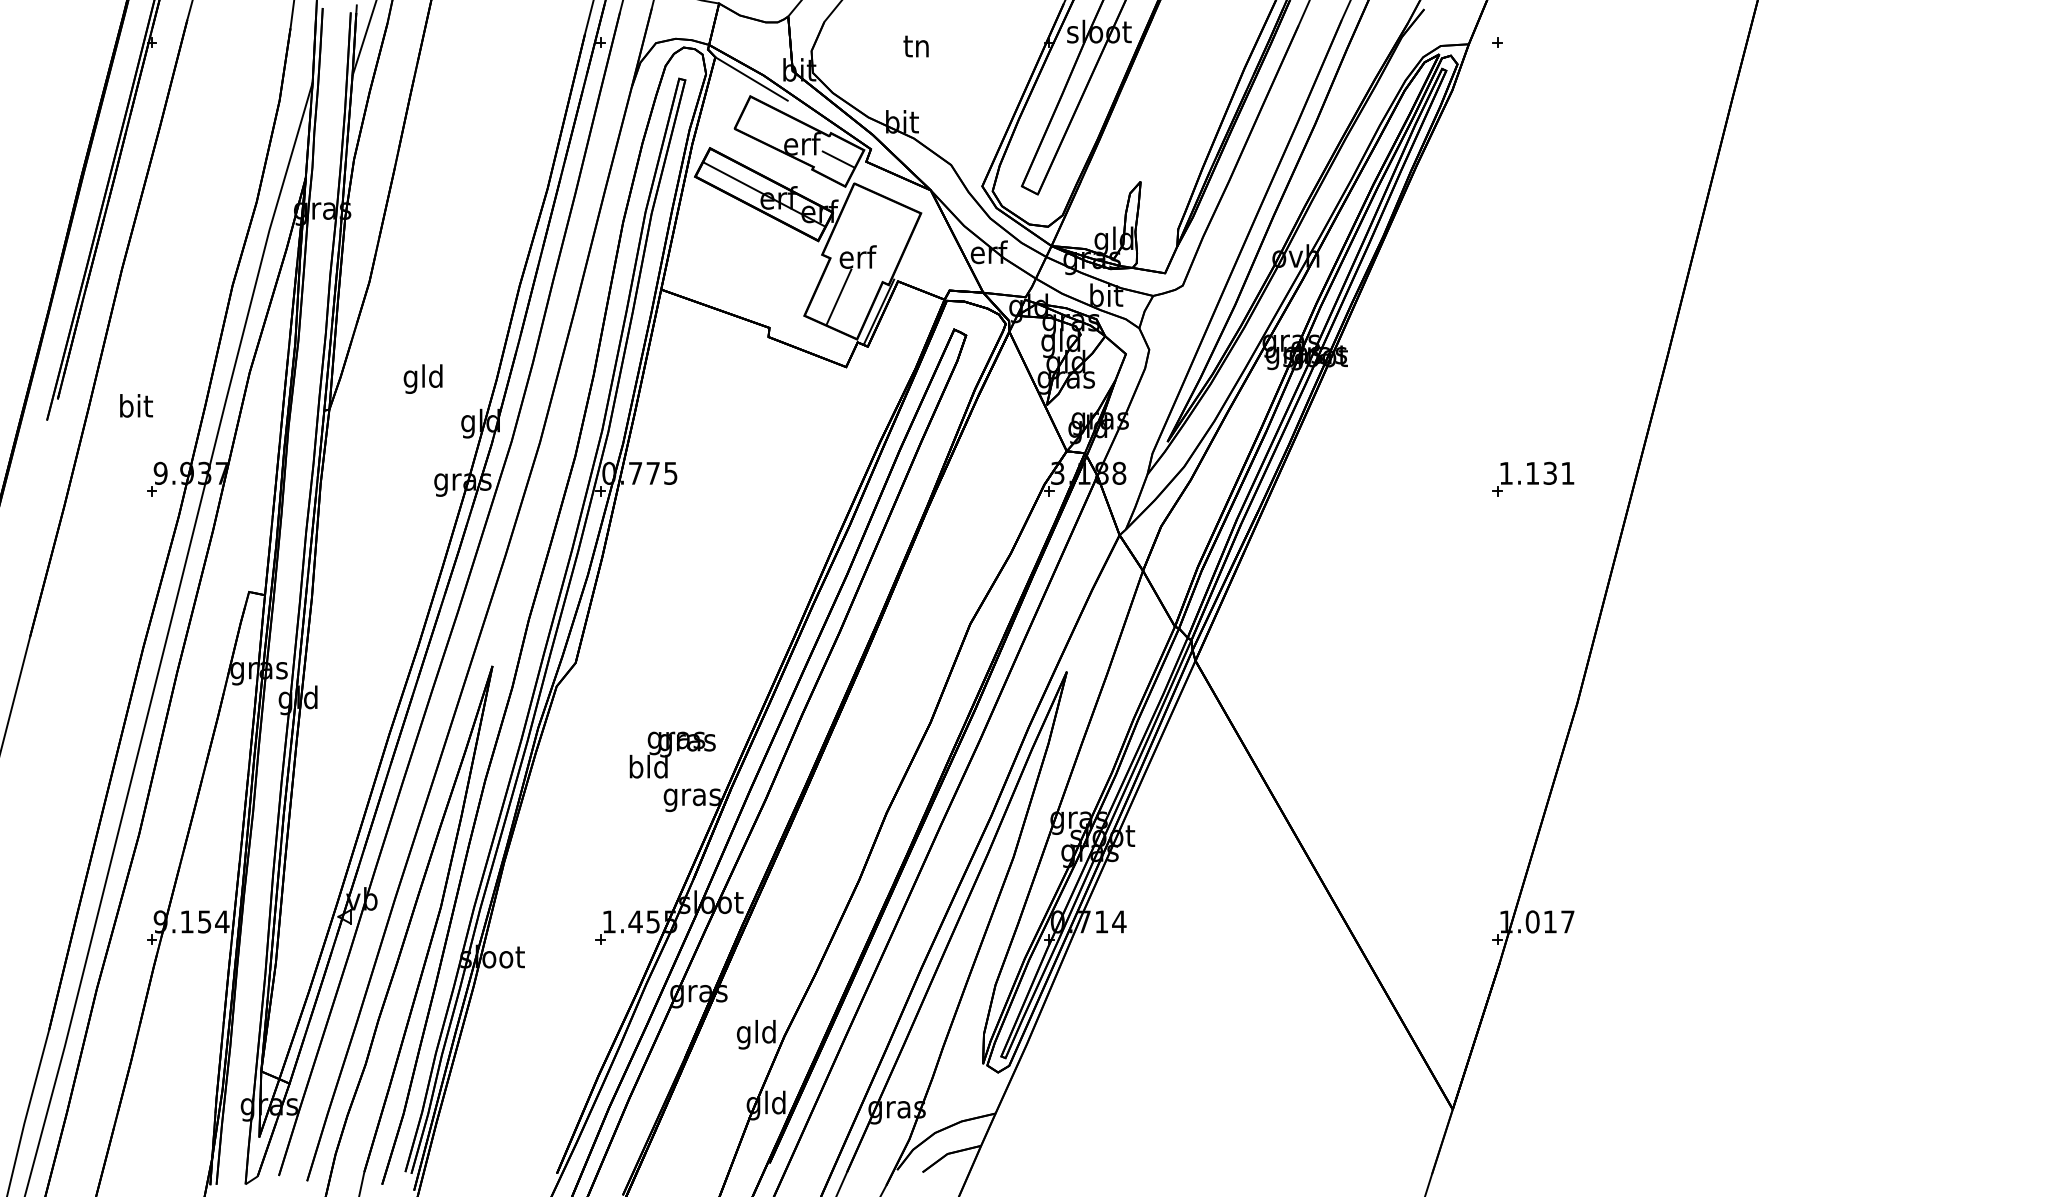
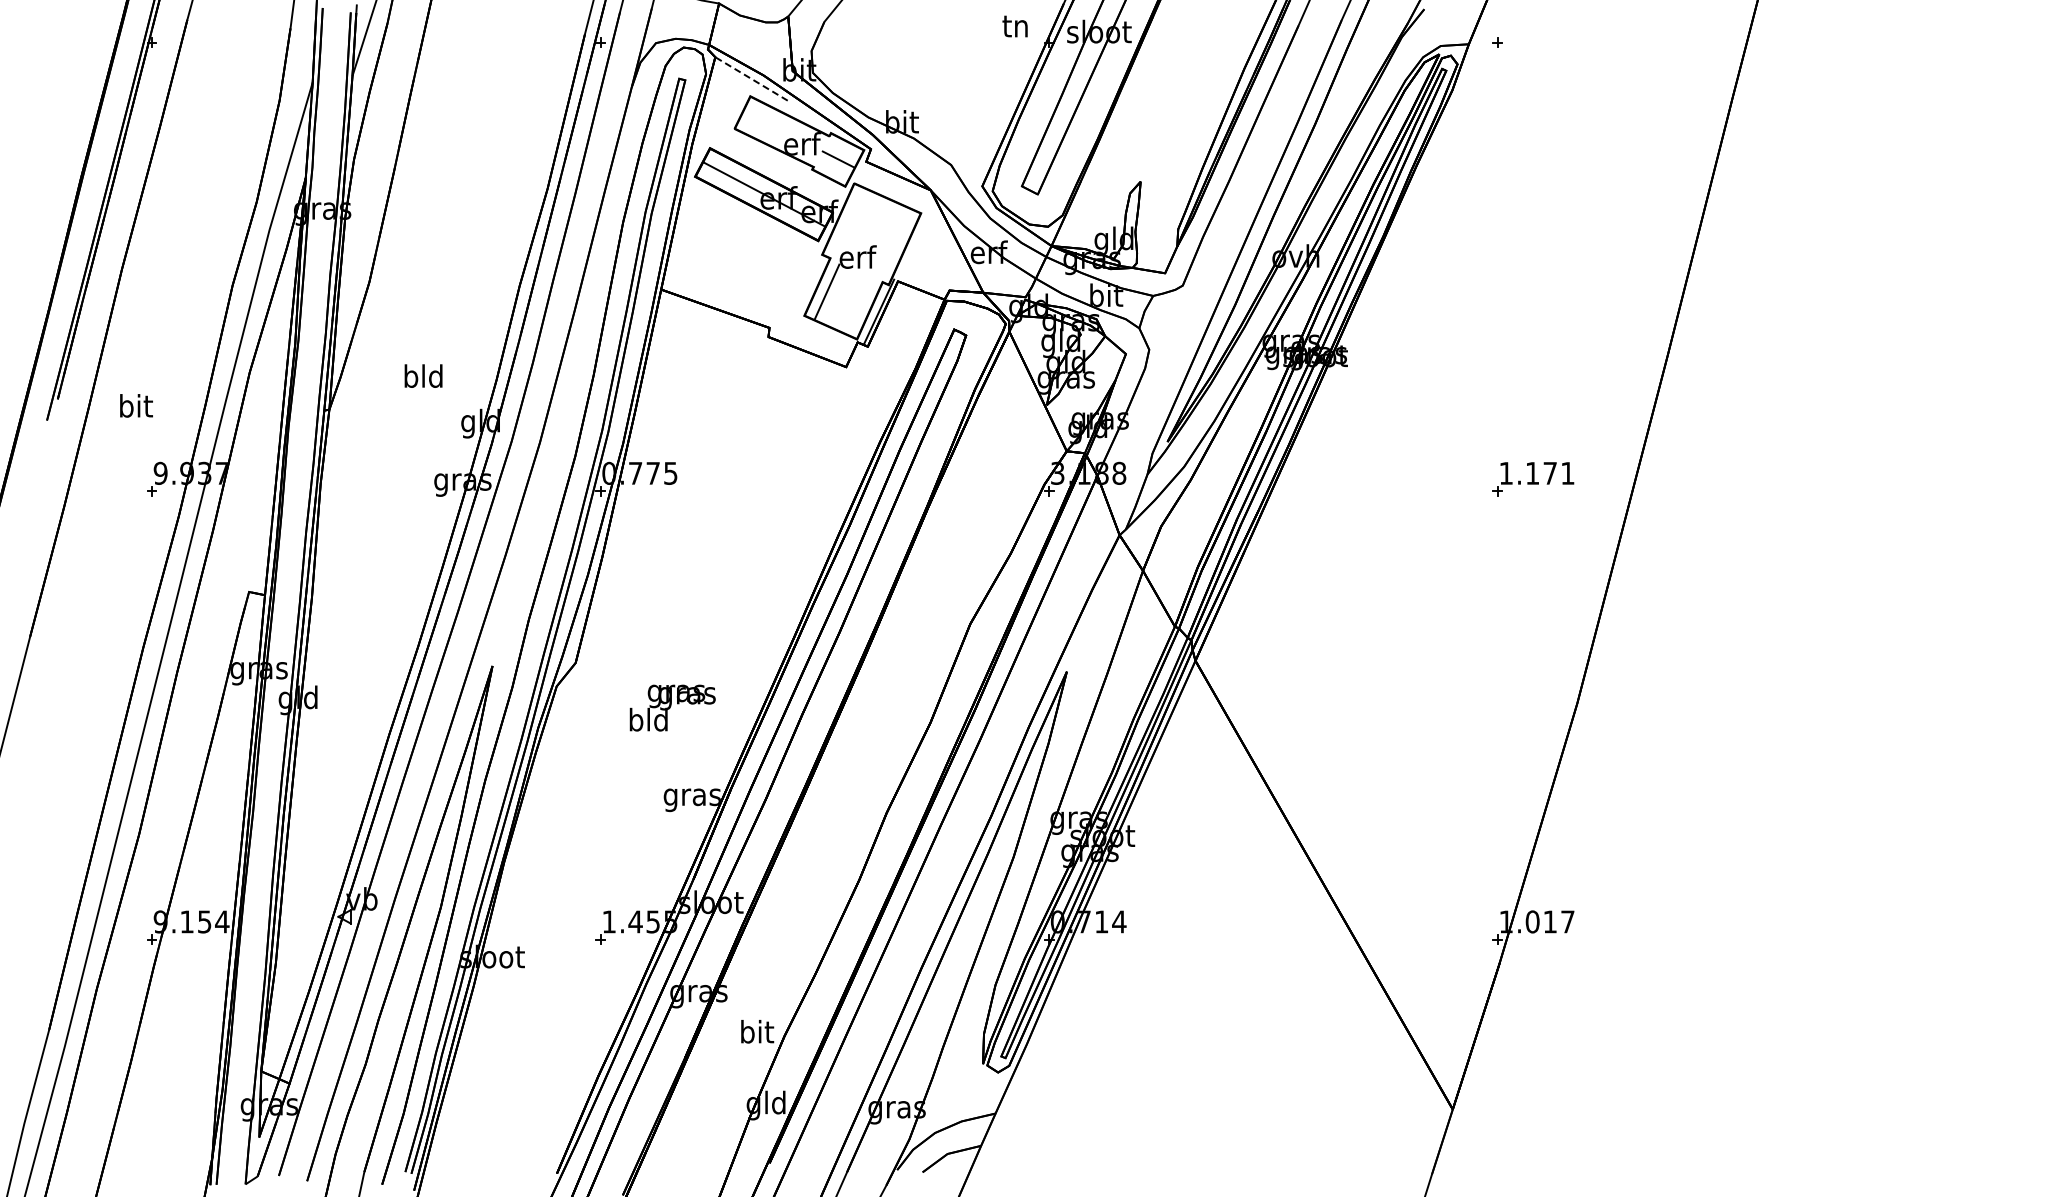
text at (915, 46) position: (915, 46) -> (1014, 26)
line at (751, 78): solid -> dashed
line at (838, 296) position: (838, 296) -> (826, 291)
text at (410, 378): gld -> bld
text at (1549, 472): 1.131 -> 1.171
text at (672, 754) position: (672, 754) -> (672, 707)
text at (755, 1034): gld -> bit
